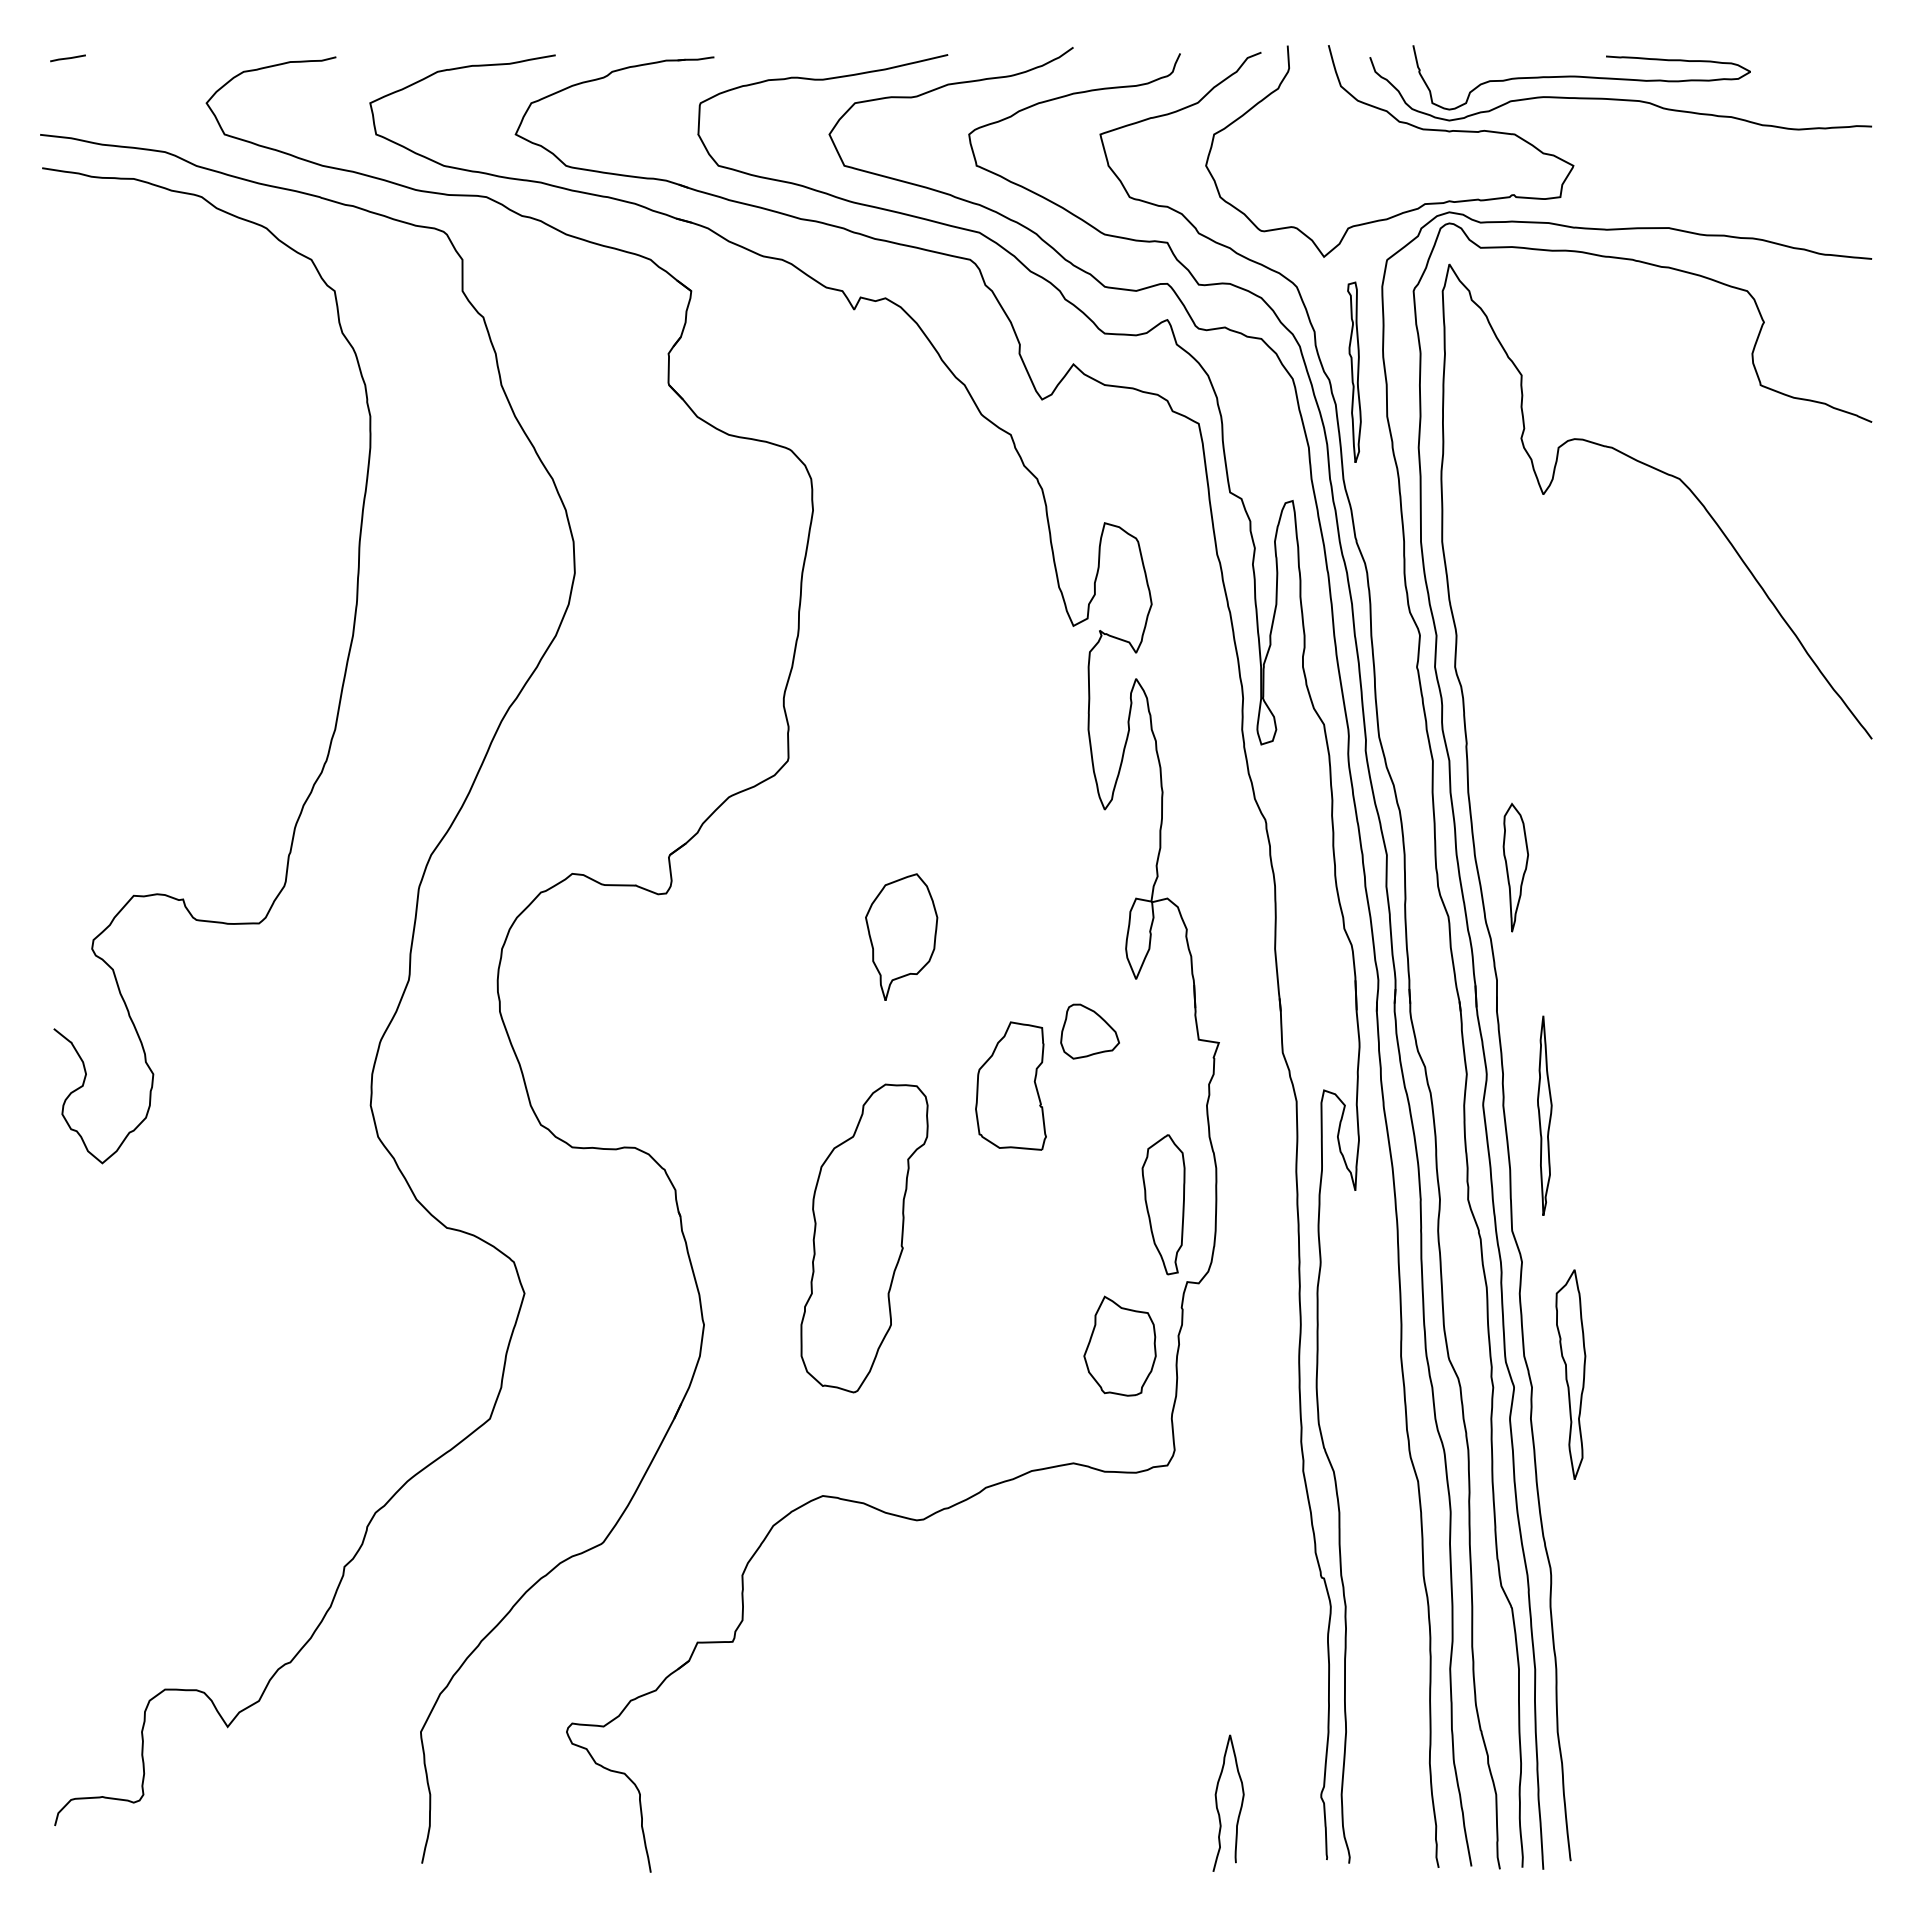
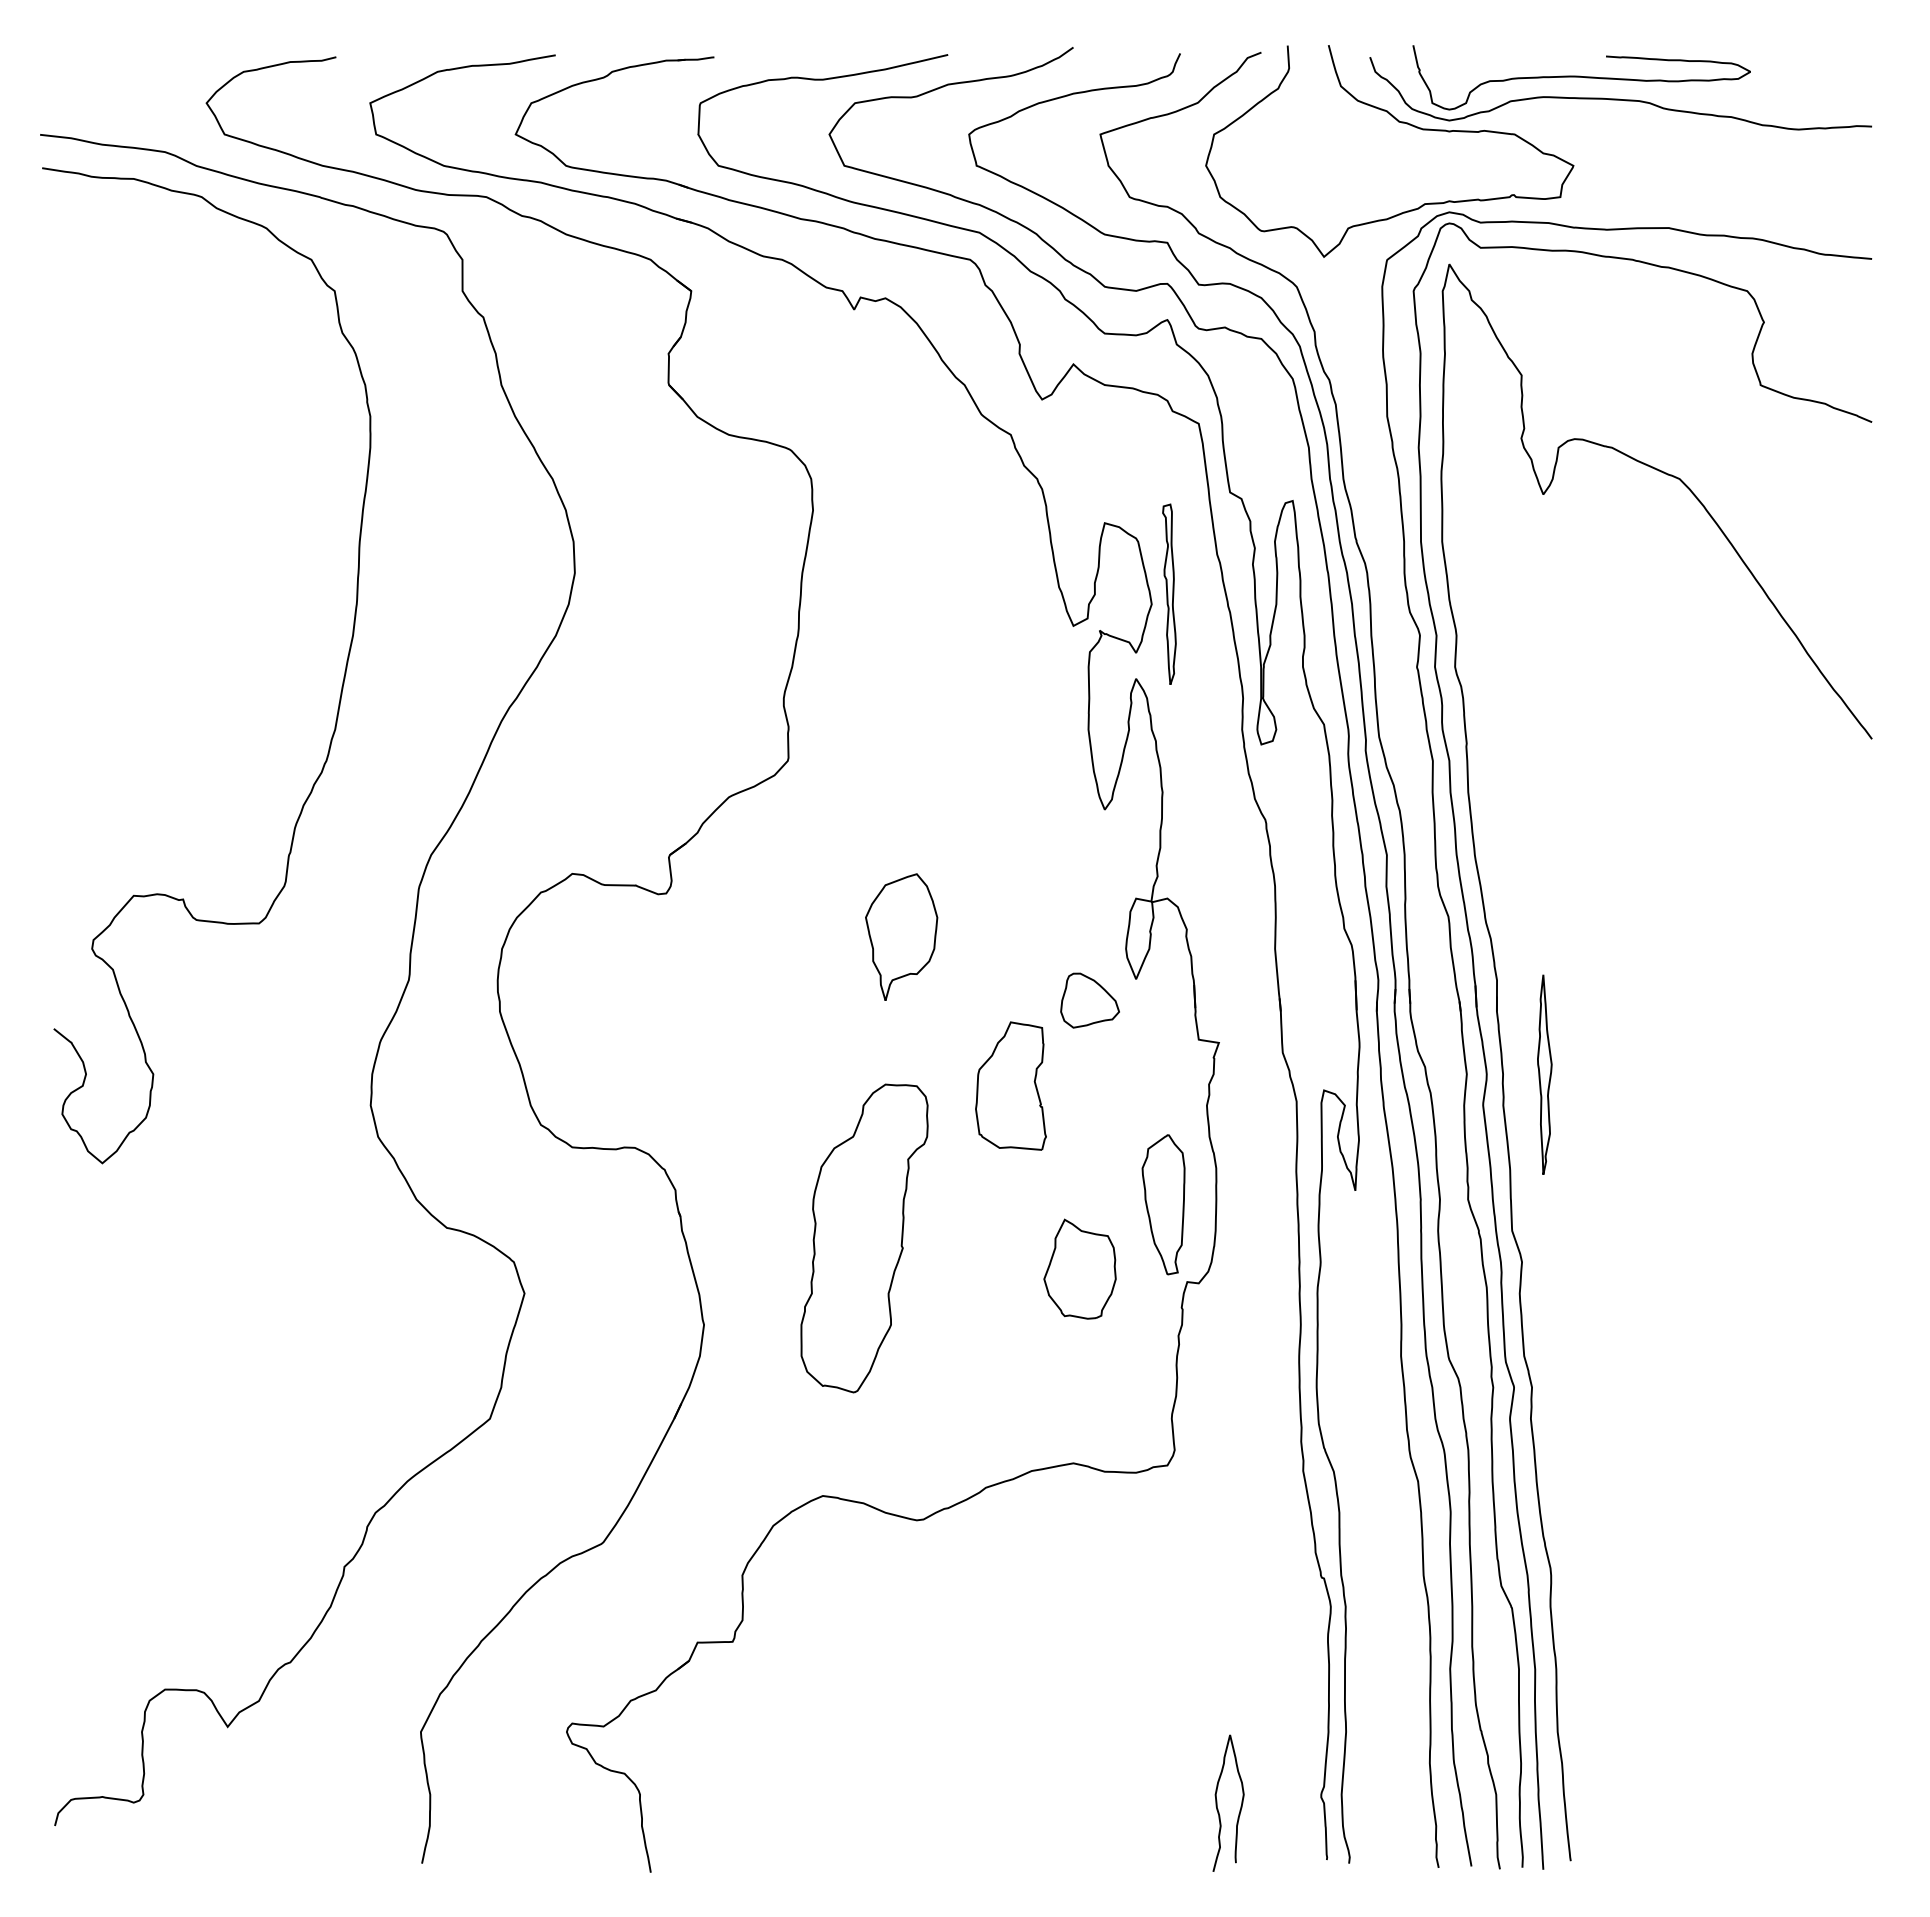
line at (67, 58): present -> none
part at (1354, 371) position: (1354, 371) -> (1169, 593)
part at (1515, 867): present -> none
part at (1089, 1031) position: (1089, 1031) -> (1089, 1000)
part at (1544, 1115) position: (1544, 1115) -> (1544, 1074)
part at (1119, 1345) position: (1119, 1345) -> (1079, 1268)
part at (1570, 1374): present -> none
